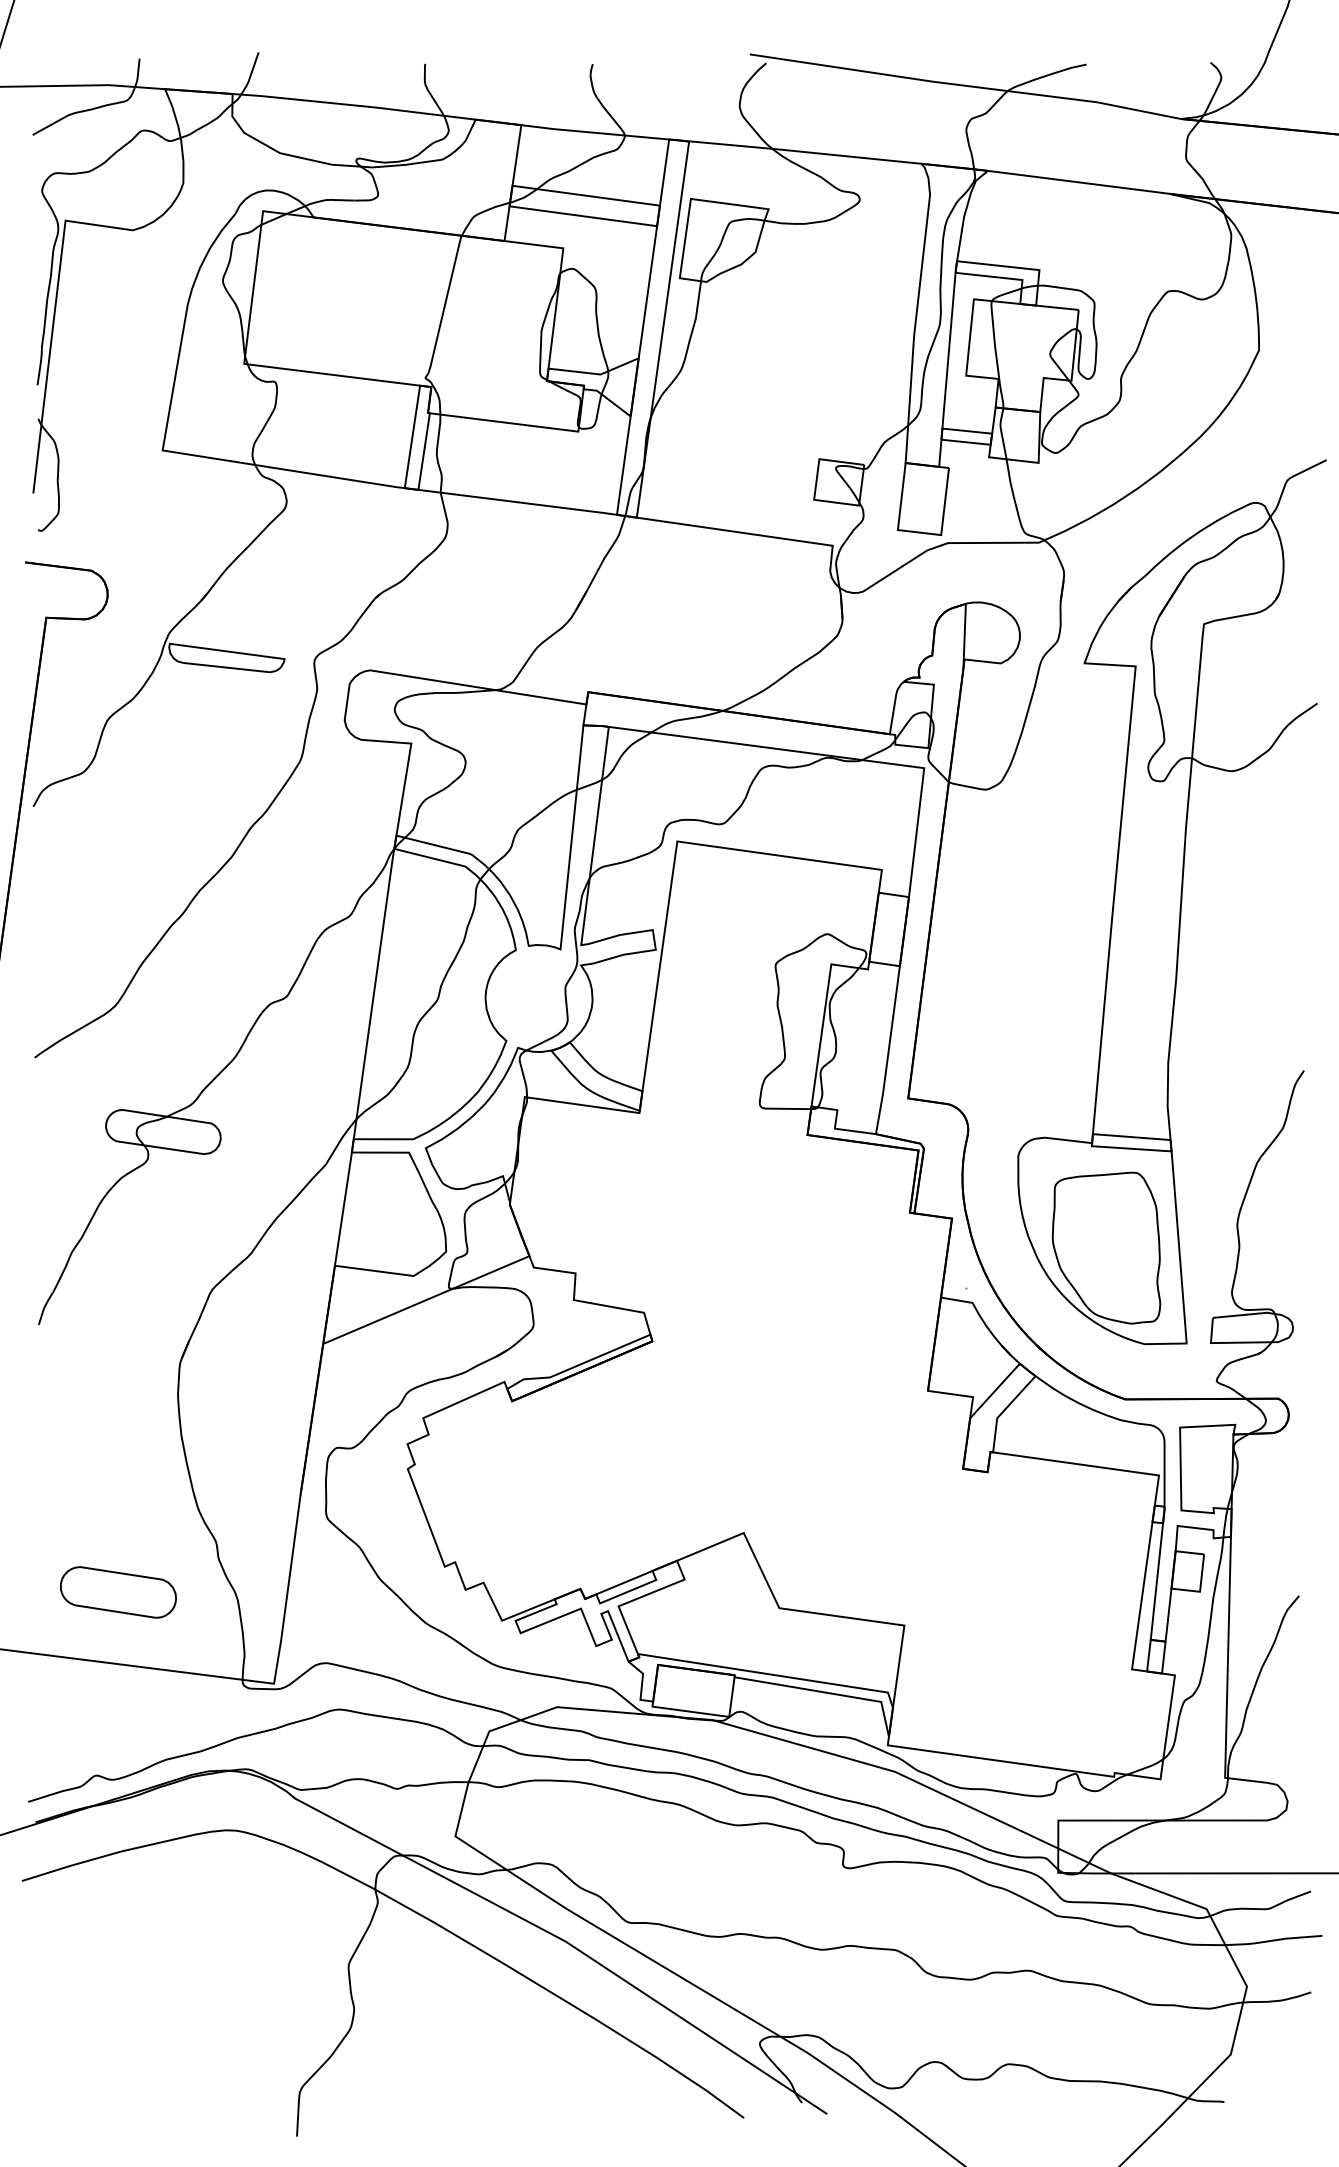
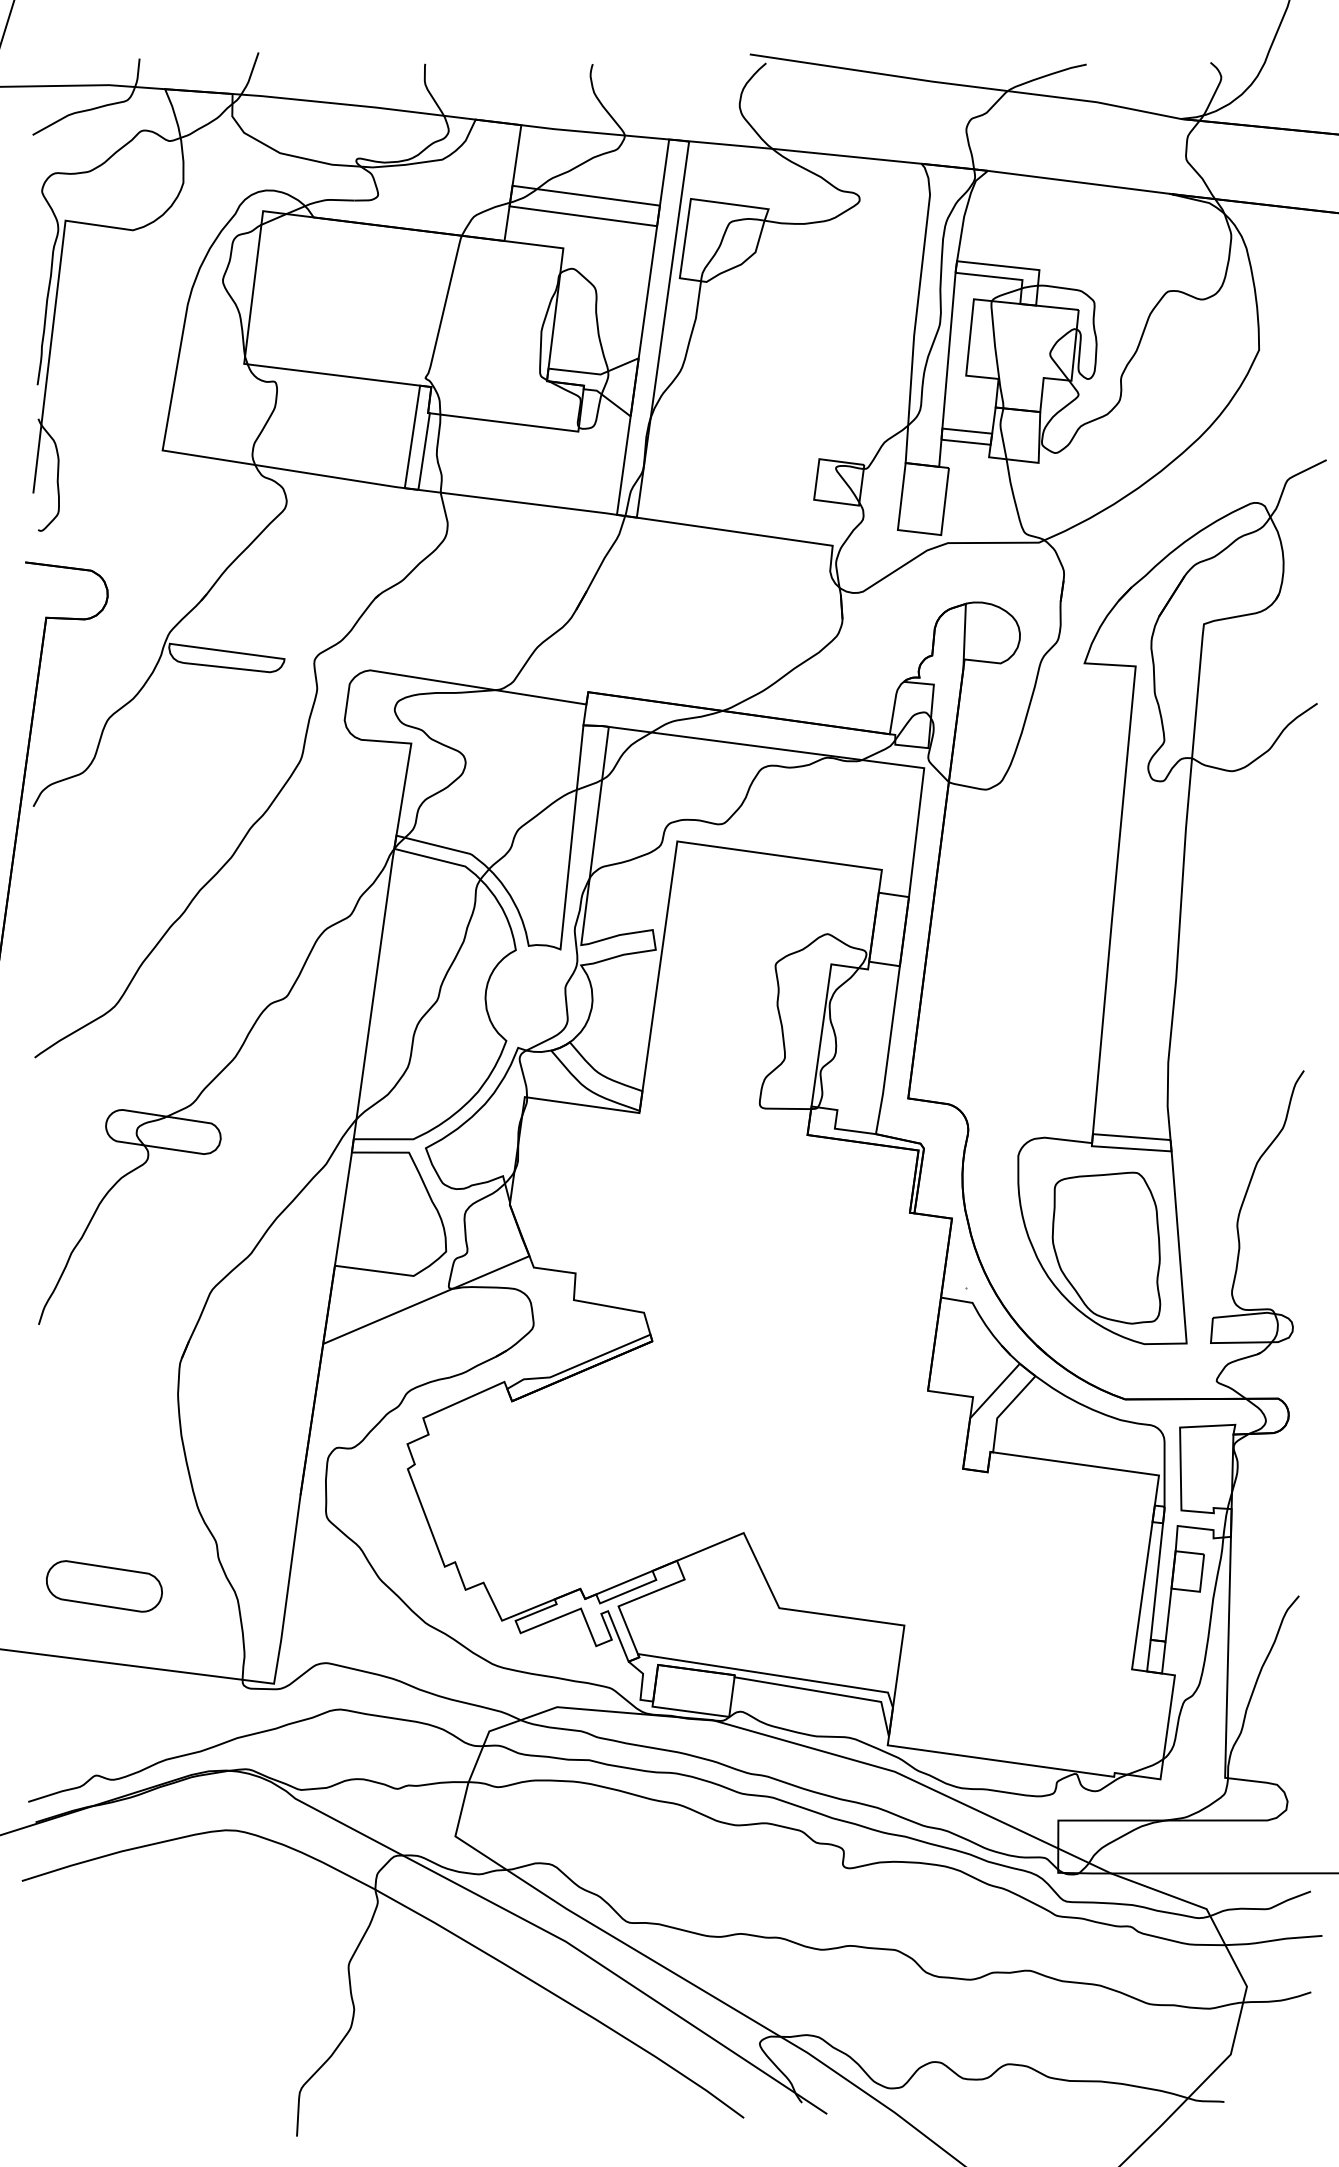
part at (118, 1592) position: (118, 1592) -> (104, 1586)
